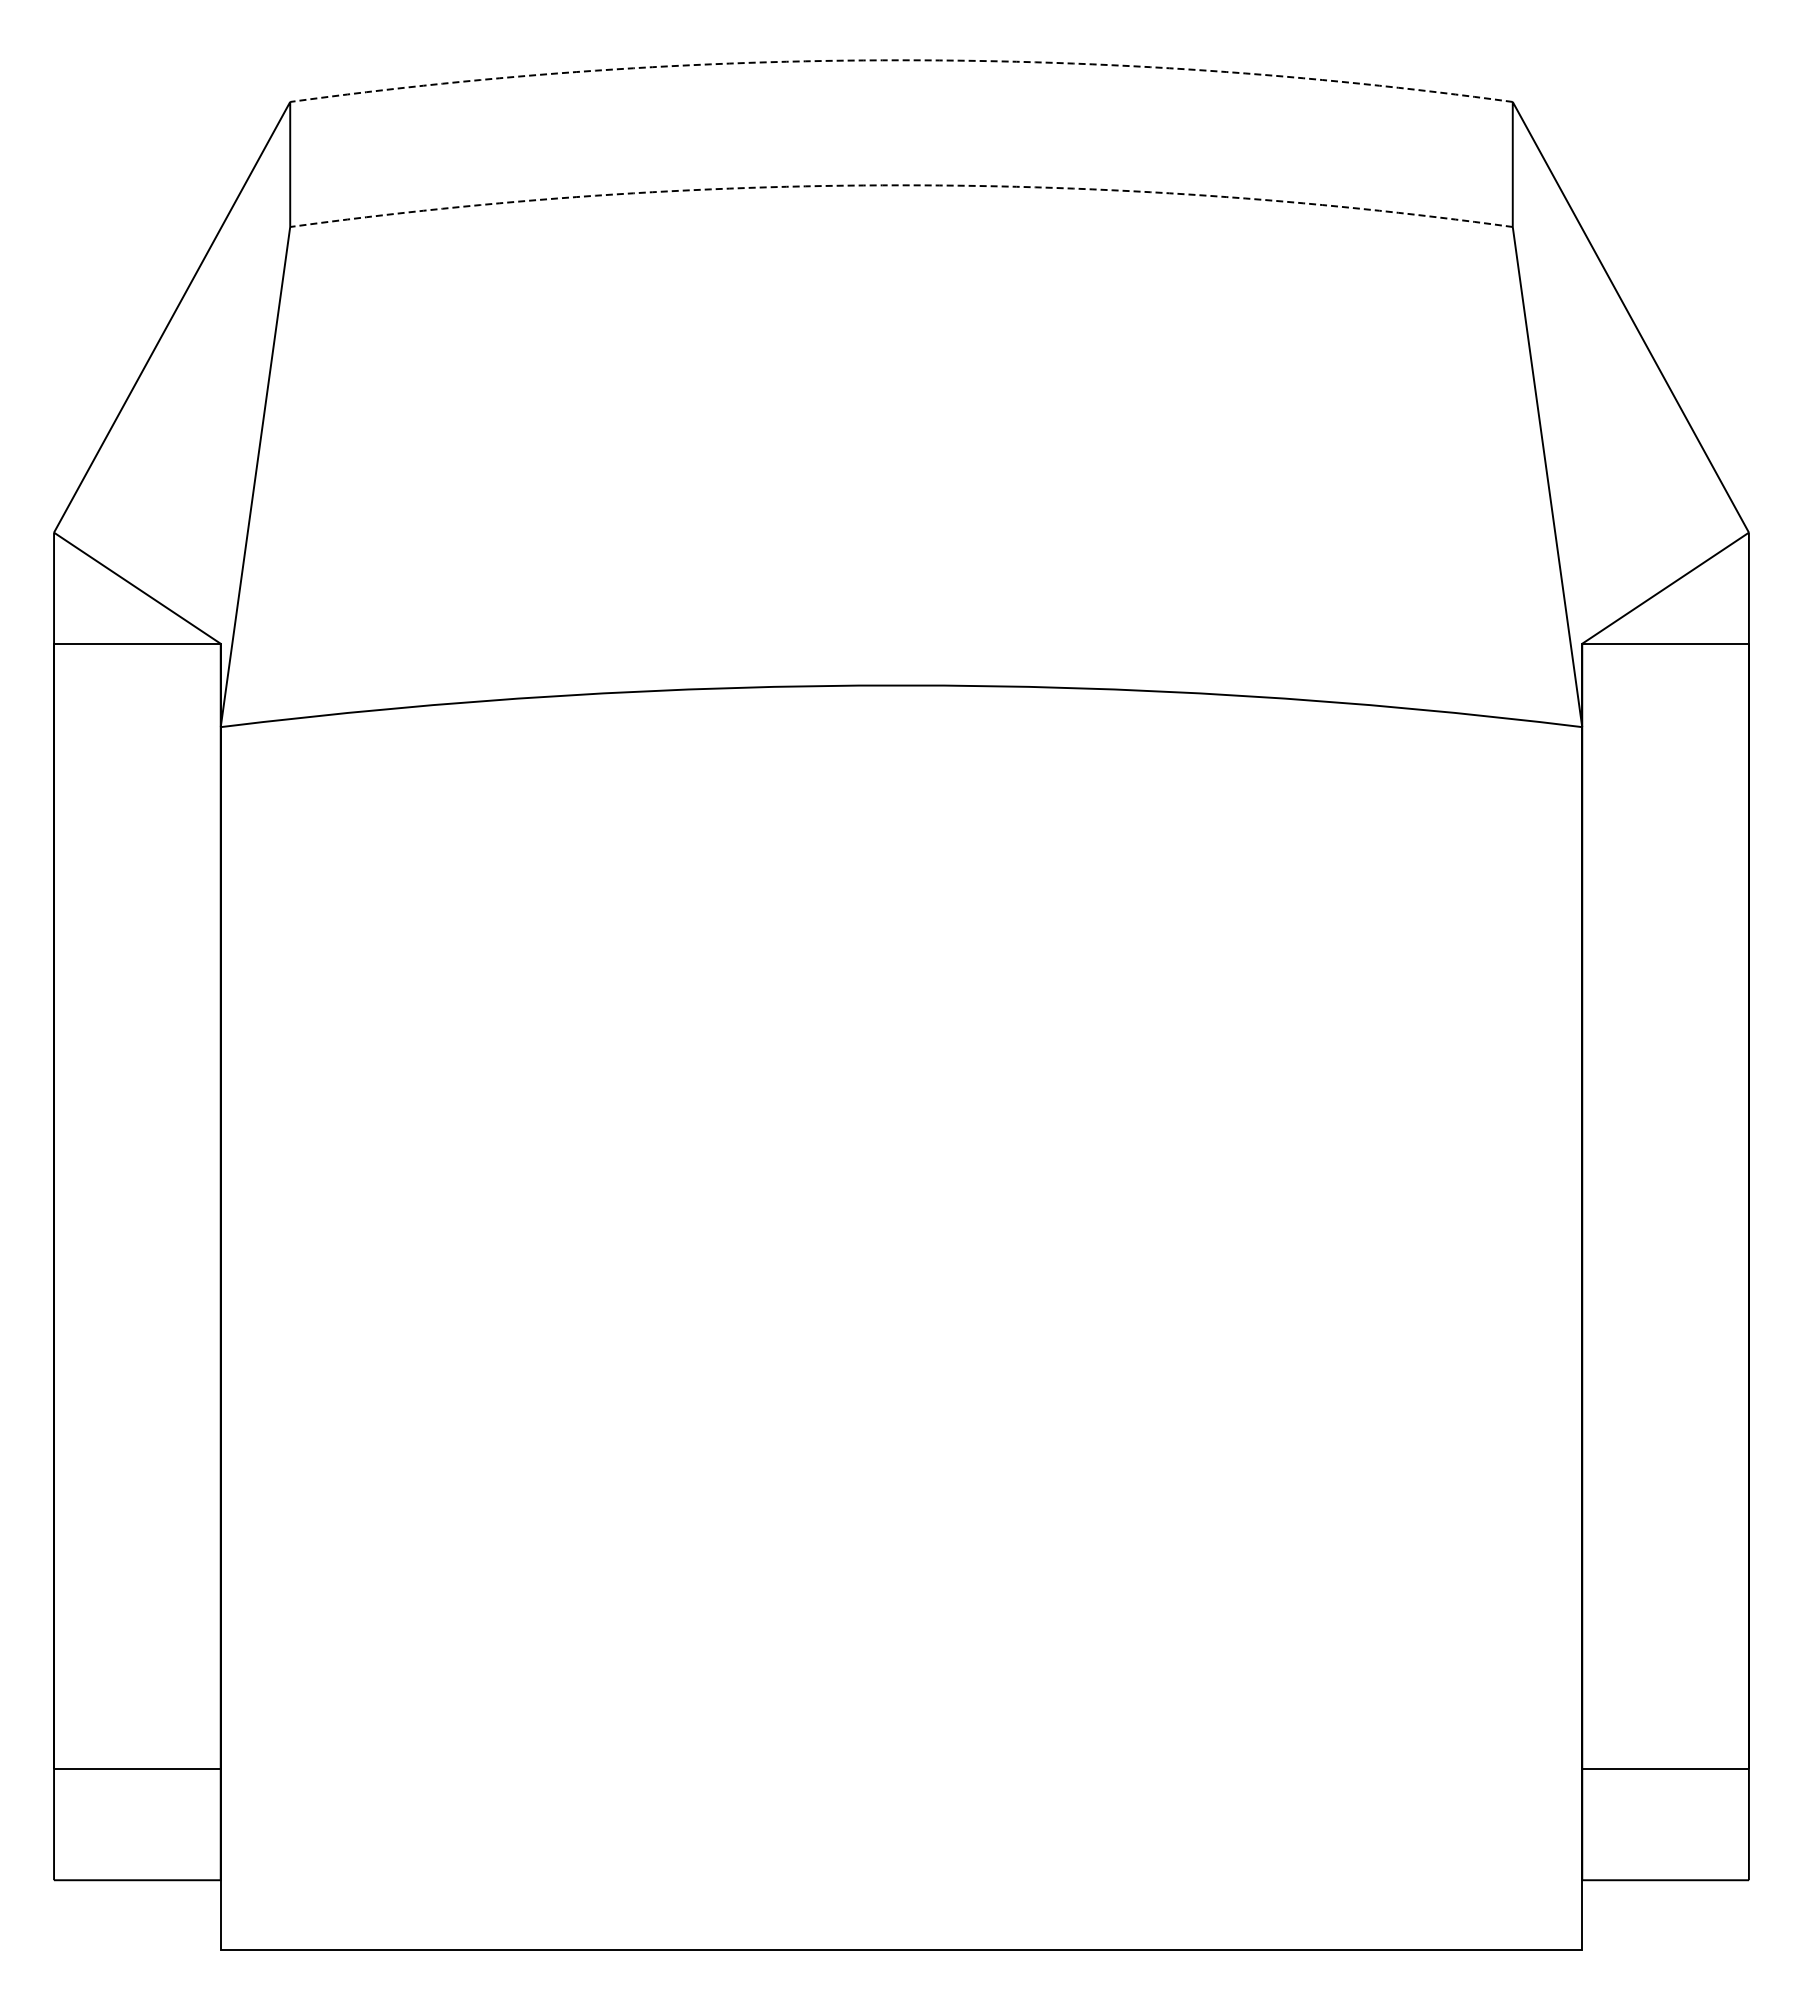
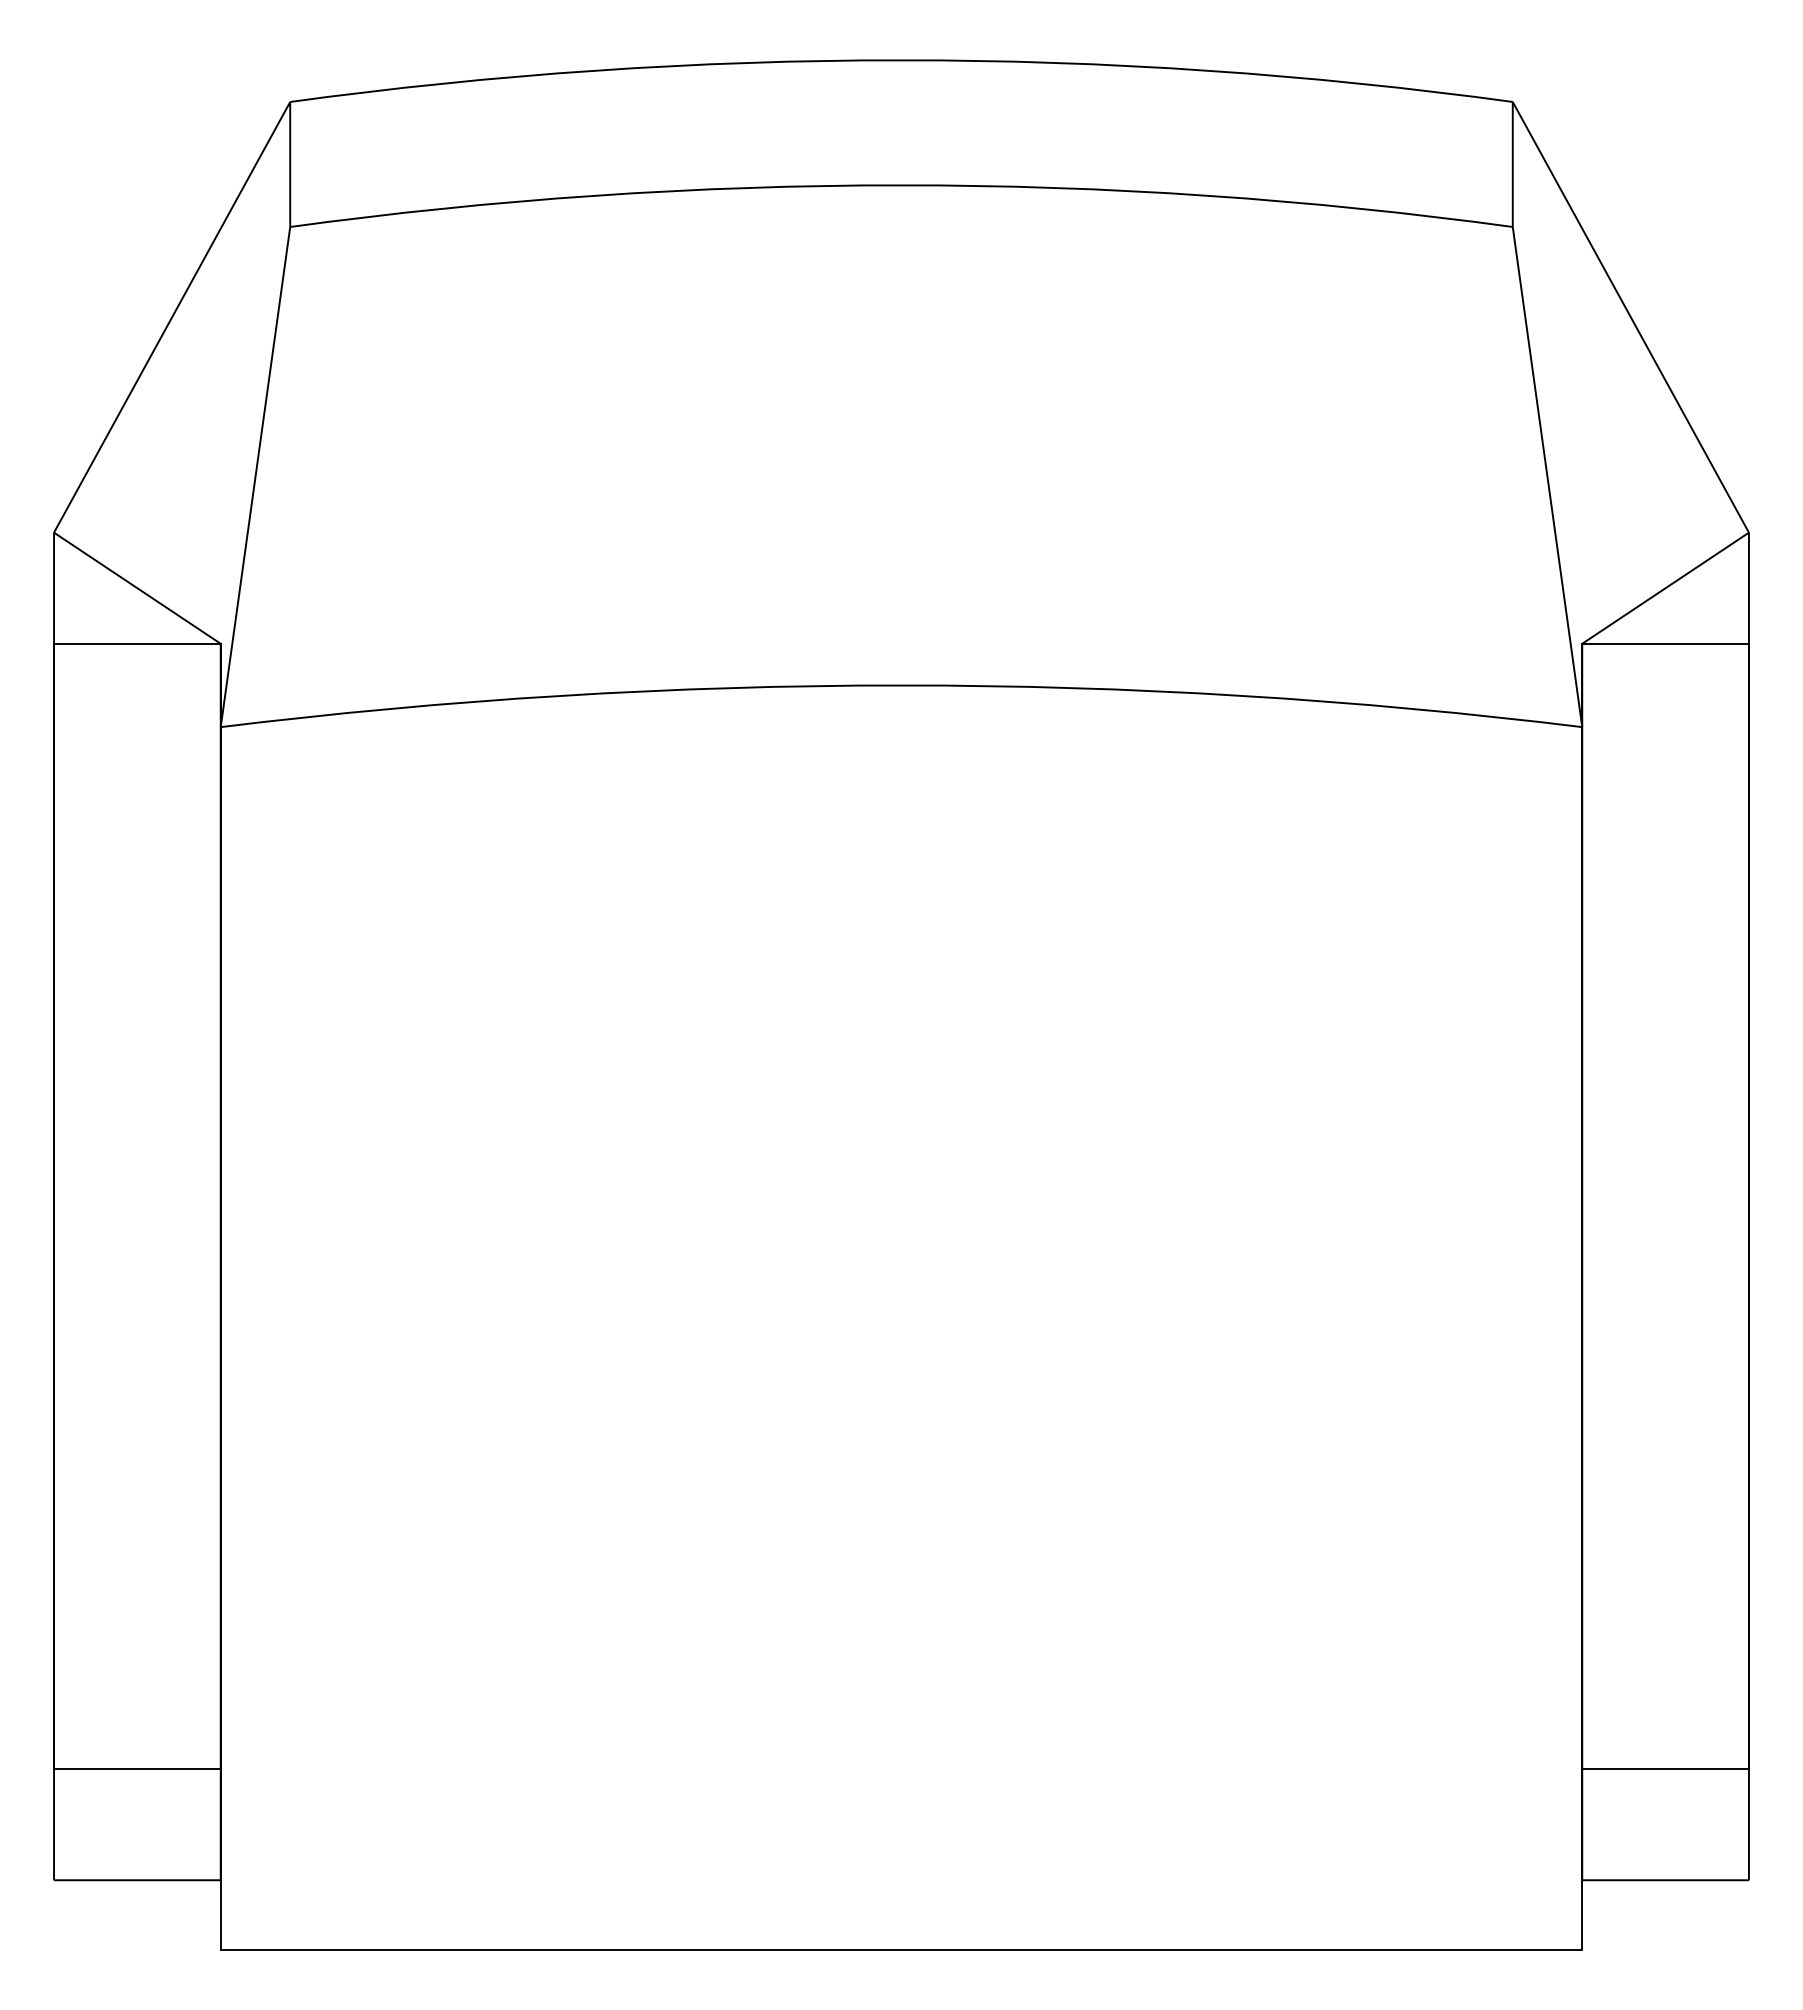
arc at (901, 60): dashed -> solid
arc at (901, 185): dashed -> solid
